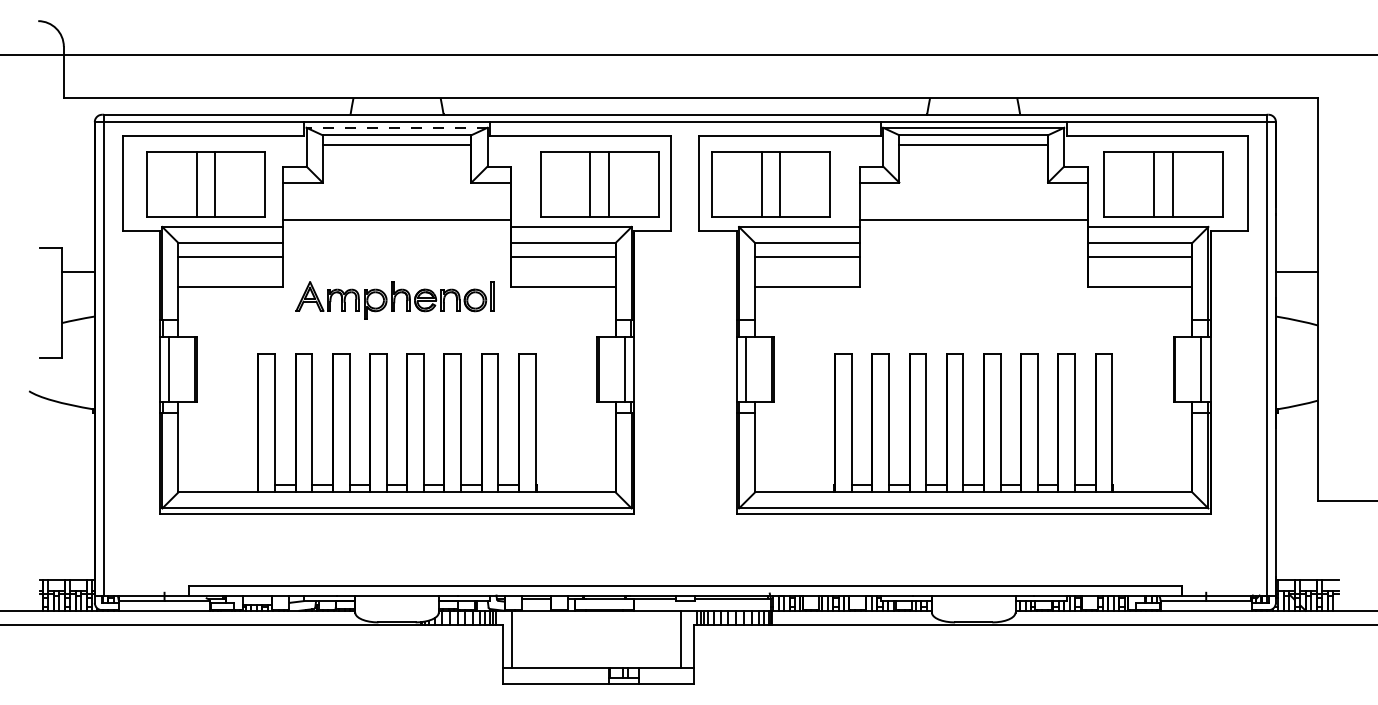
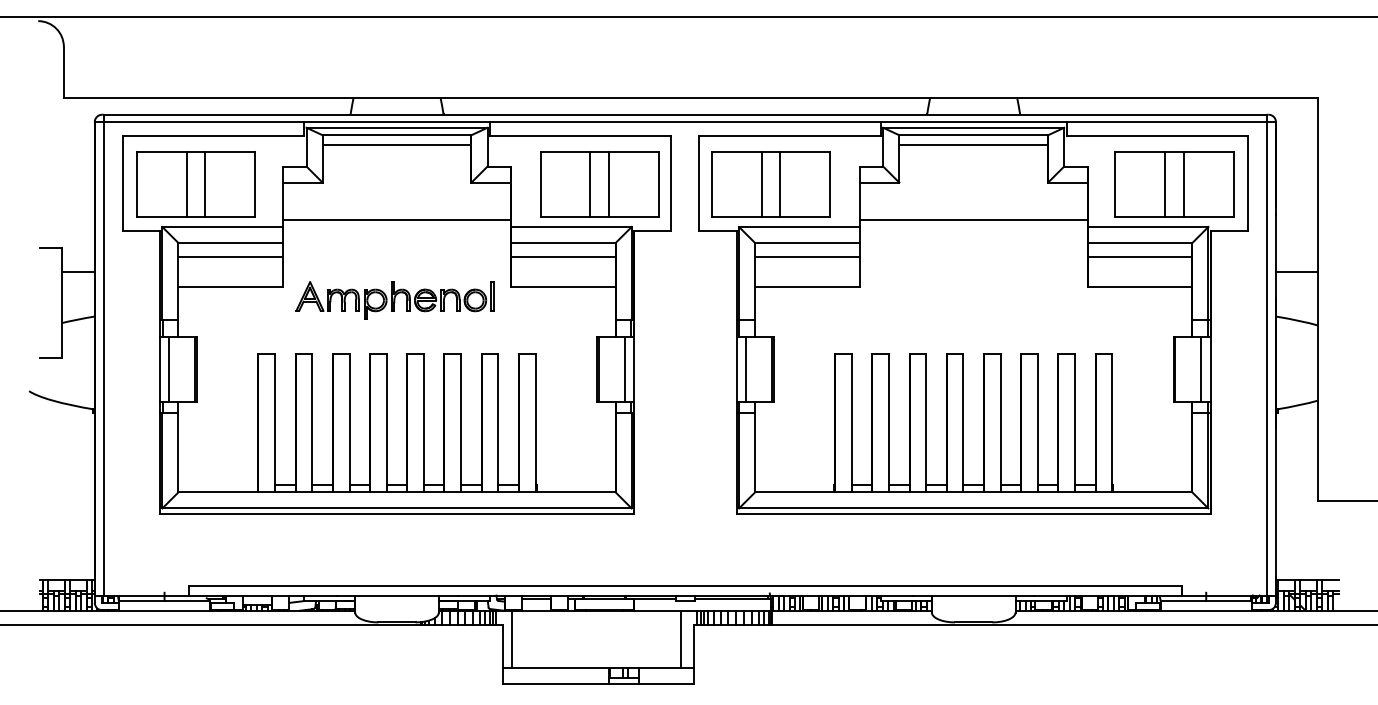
line at (688, 55) position: (688, 55) -> (688, 17)
line at (397, 127): dashed -> solid
part at (205, 184) position: (205, 184) -> (195, 184)
part at (1163, 184) position: (1163, 184) -> (1174, 184)
